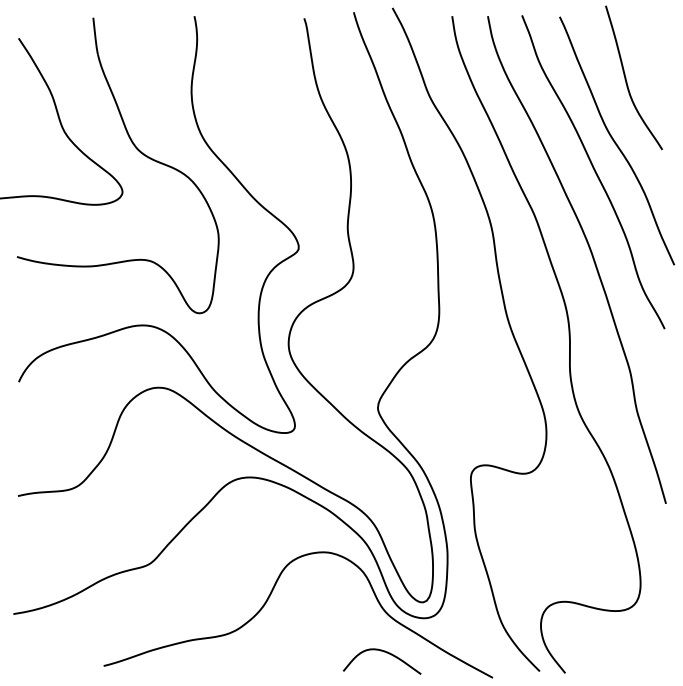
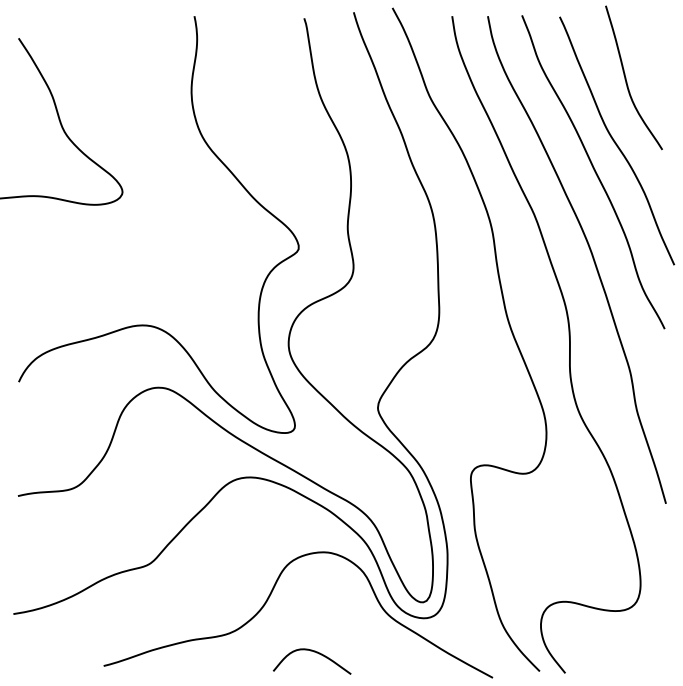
part at (135, 148): present -> none
curve at (386, 653) position: (386, 653) -> (316, 653)
